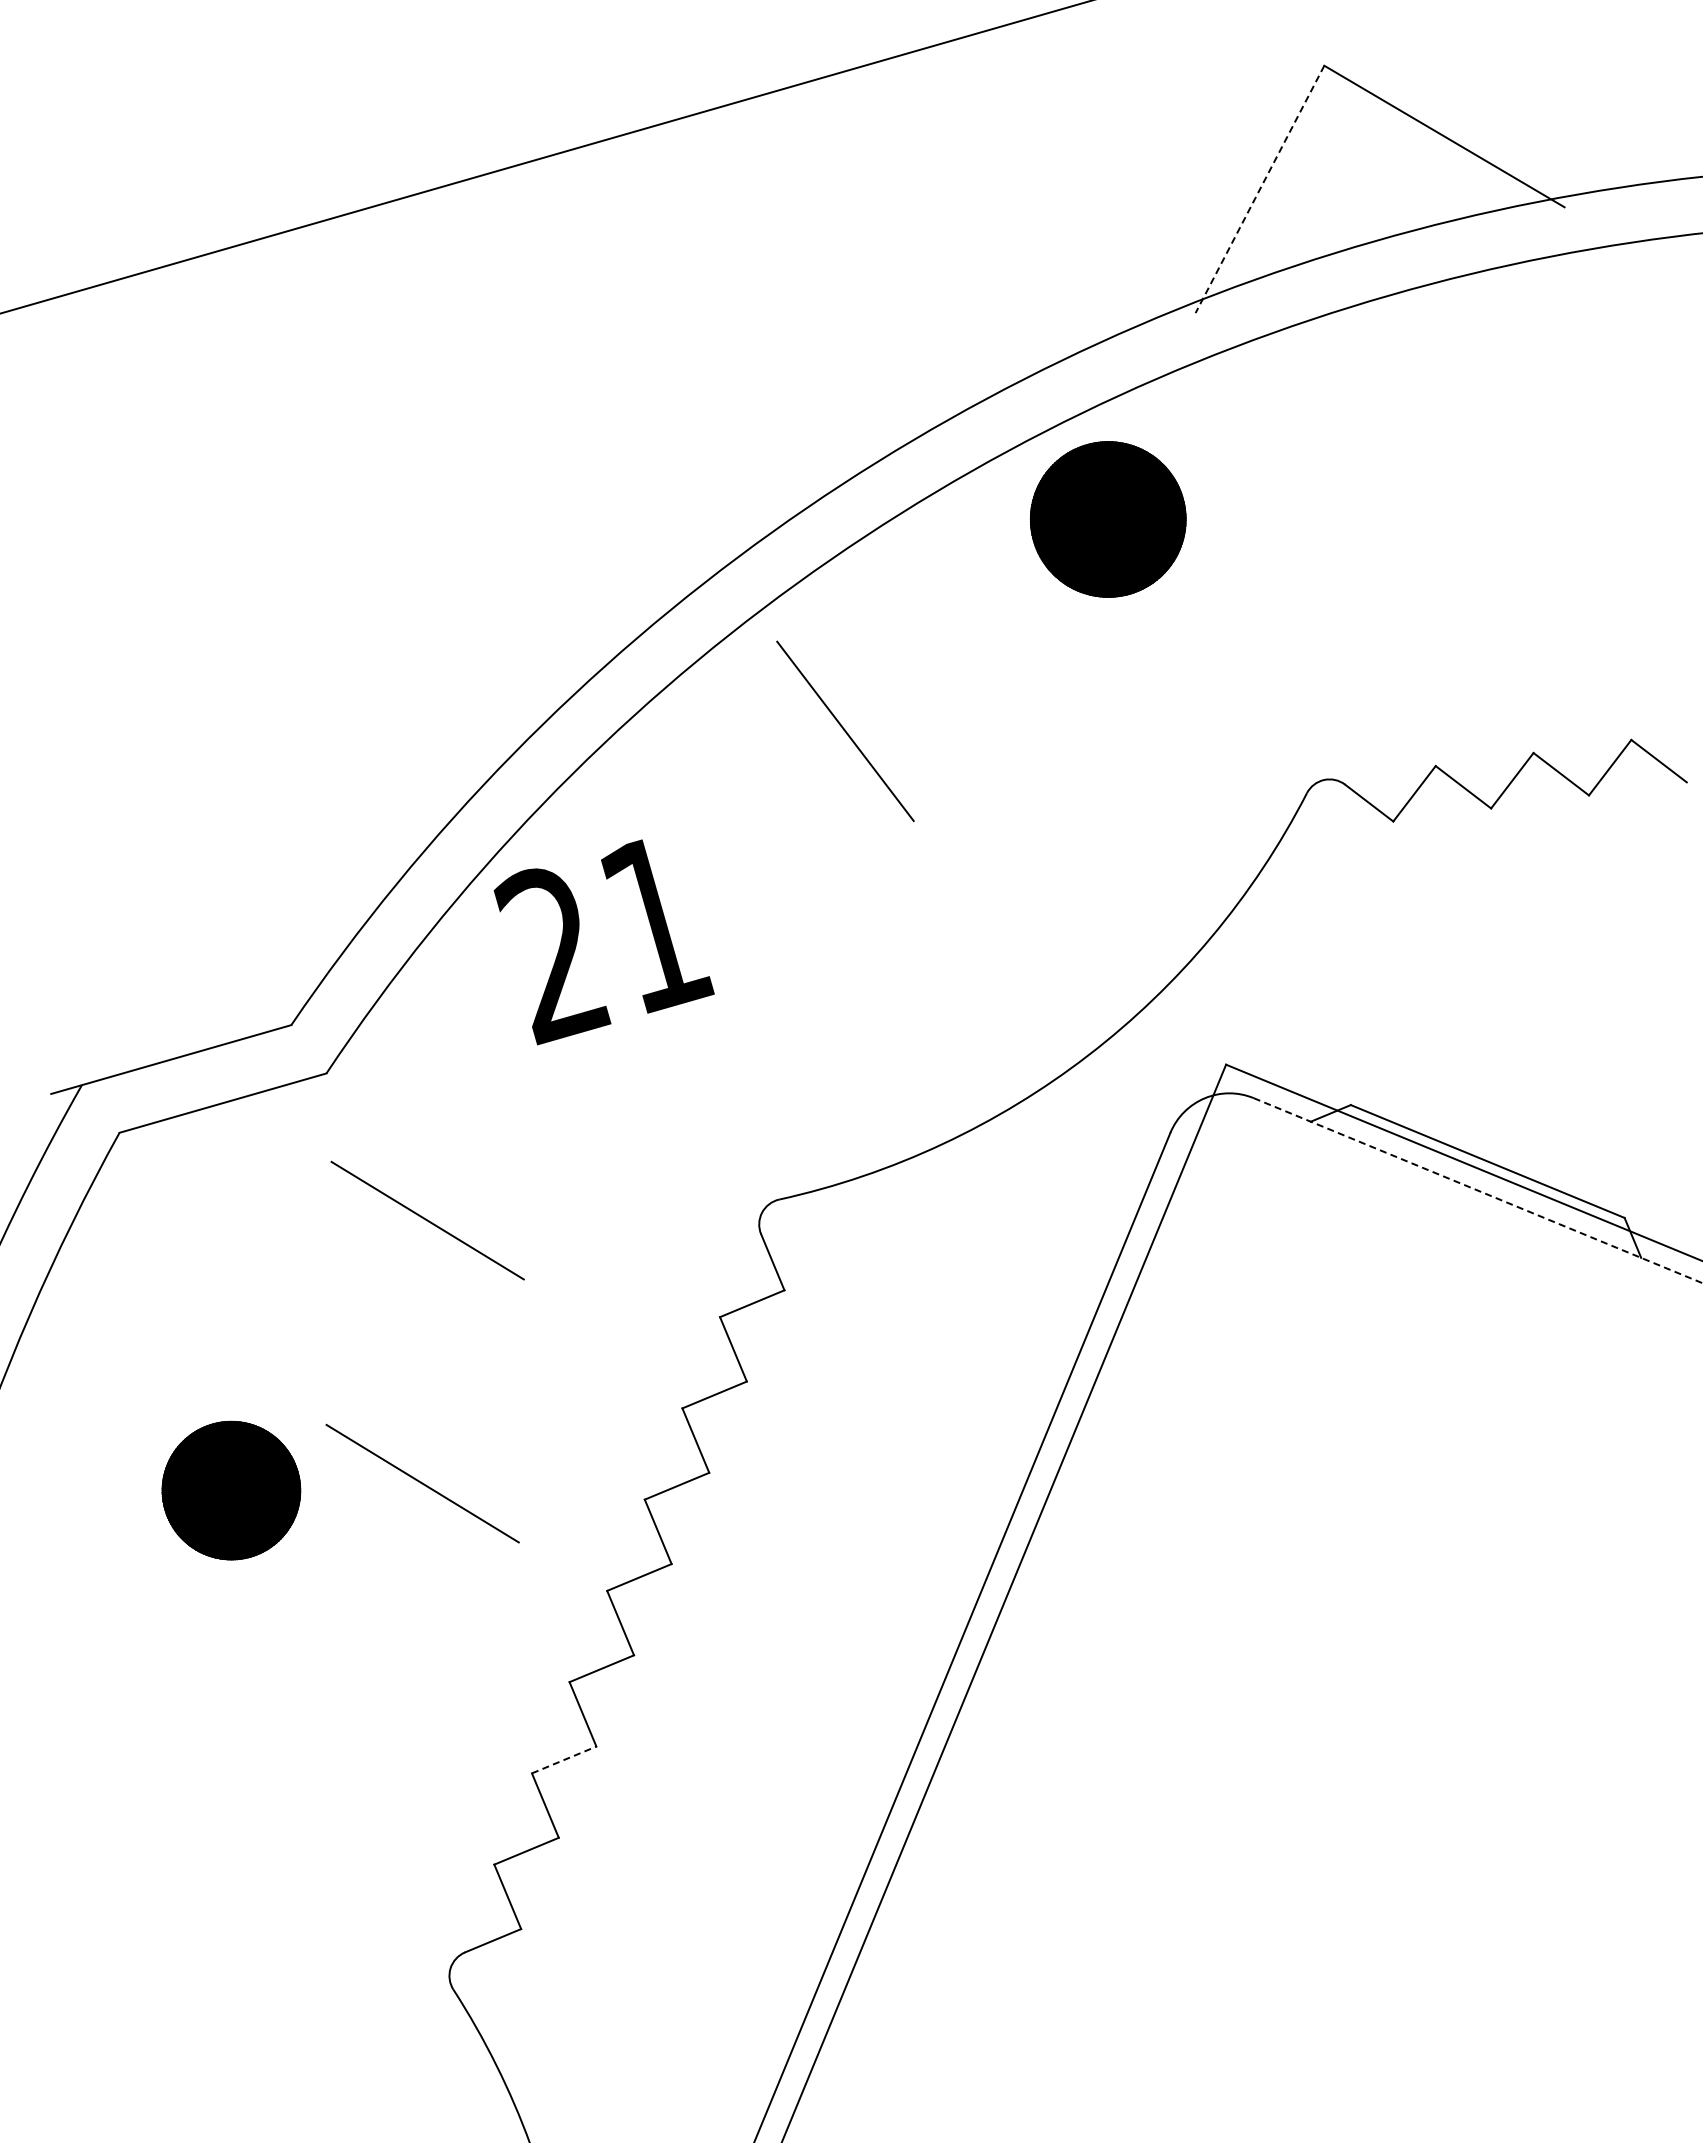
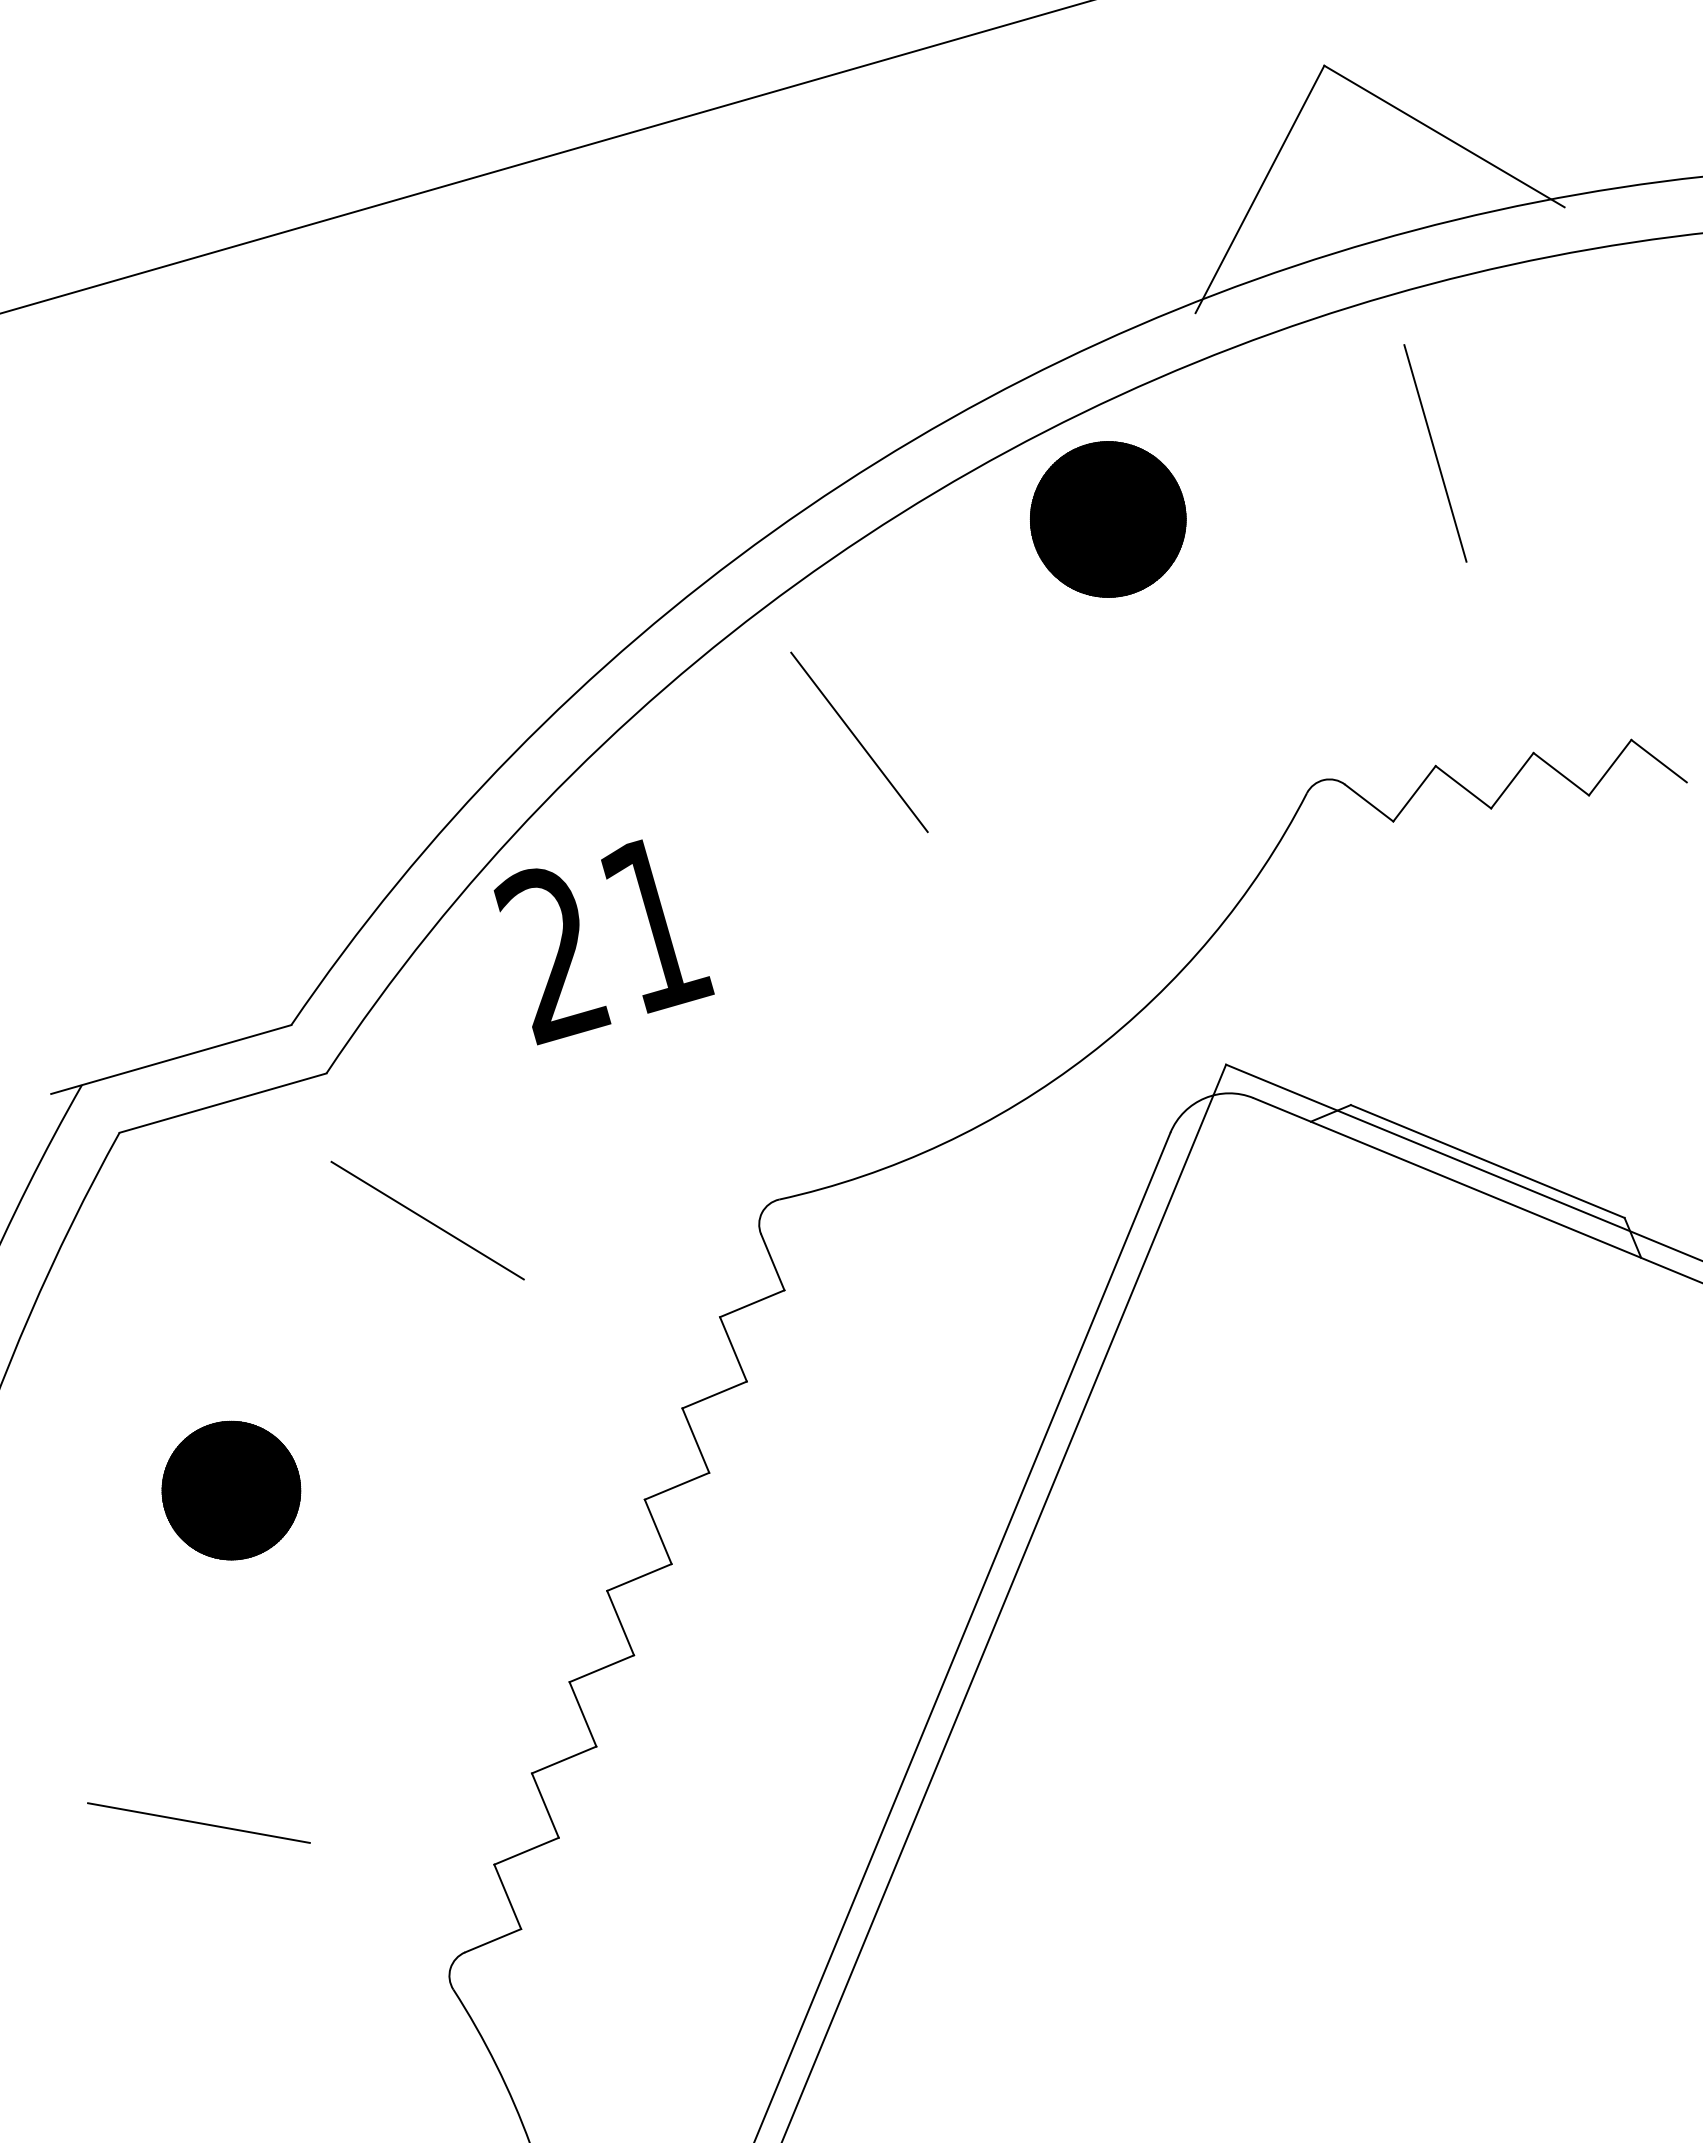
line at (1259, 189): dashed -> solid
line at (1435, 453): none -> present
line at (845, 731) position: (845, 731) -> (859, 742)
line at (1477, 1190): dashed -> solid
line at (422, 1483): present -> none
line at (564, 1759): dashed -> solid
line at (198, 1822): none -> present
